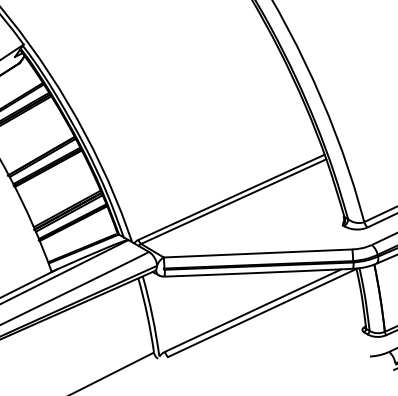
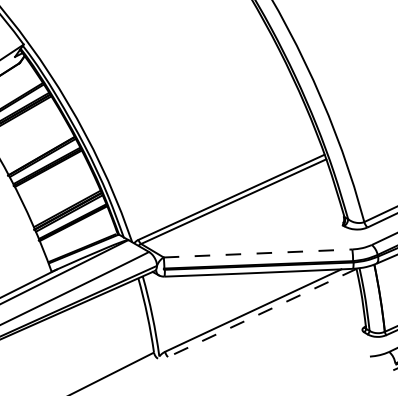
line at (258, 253): solid -> dashed
line at (261, 313): solid -> dashed
